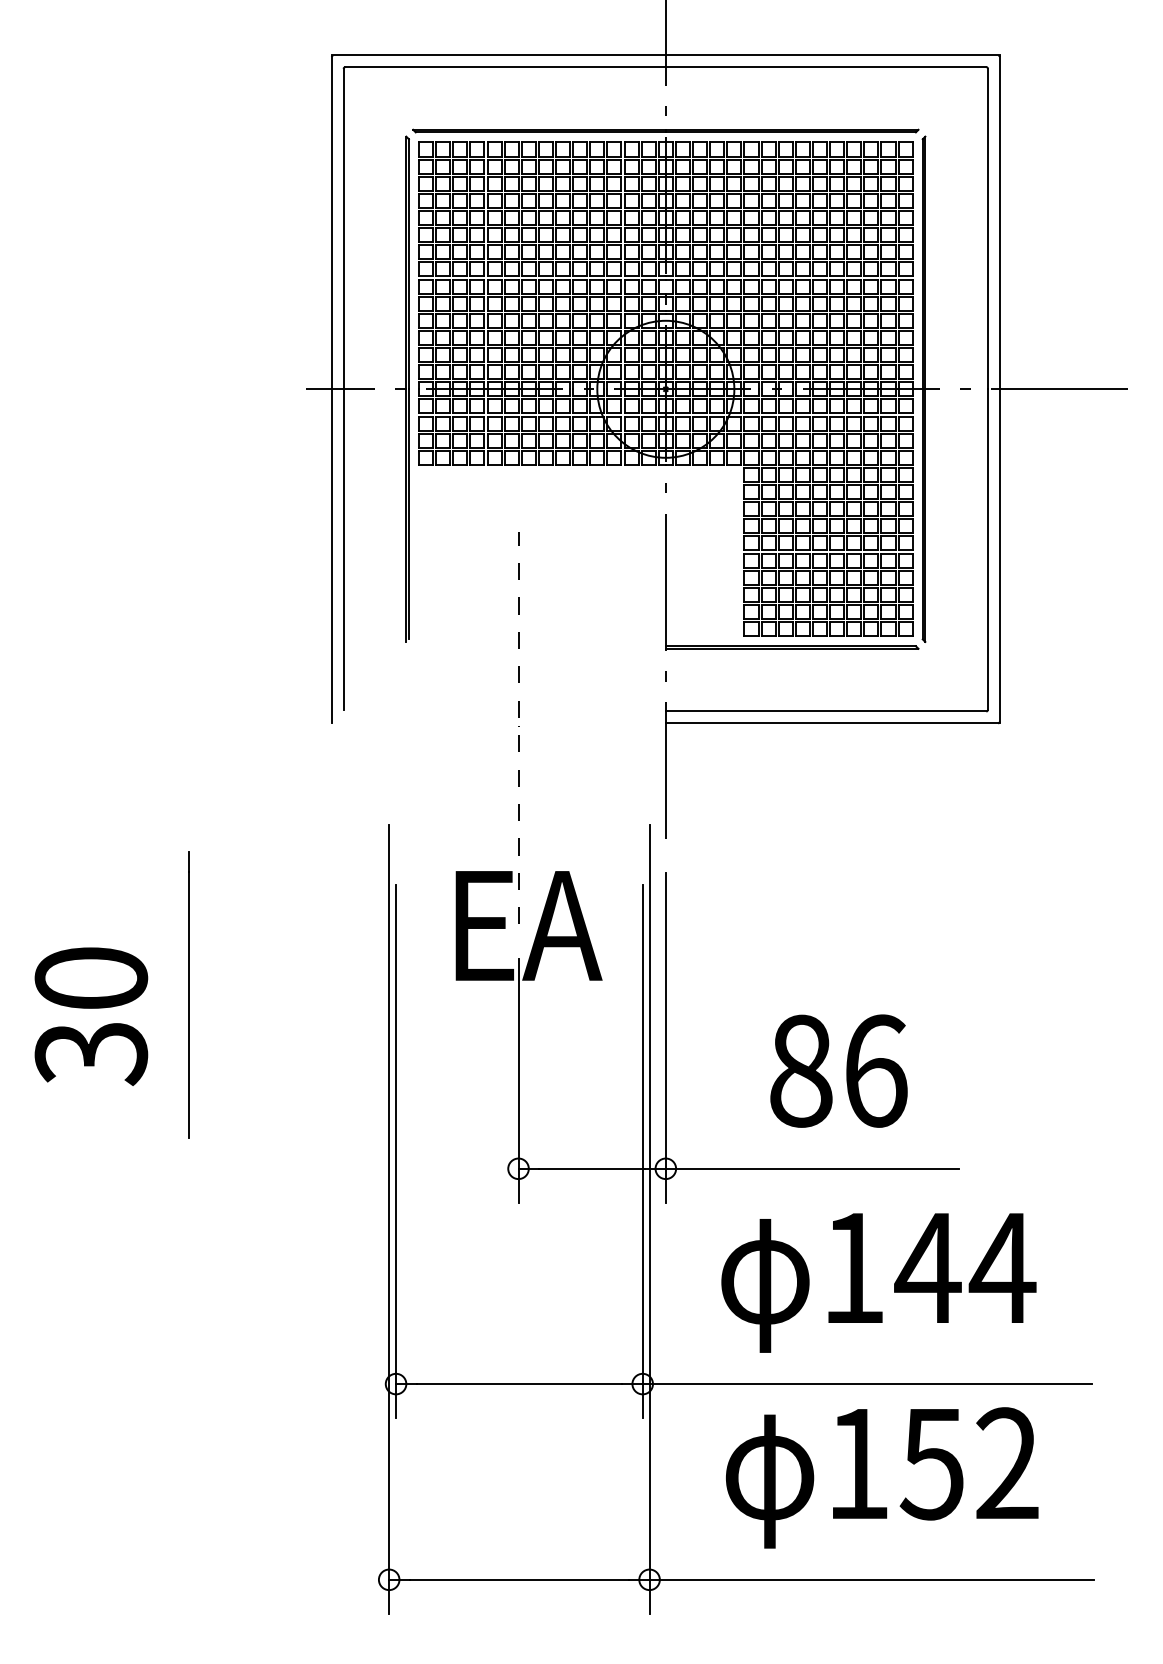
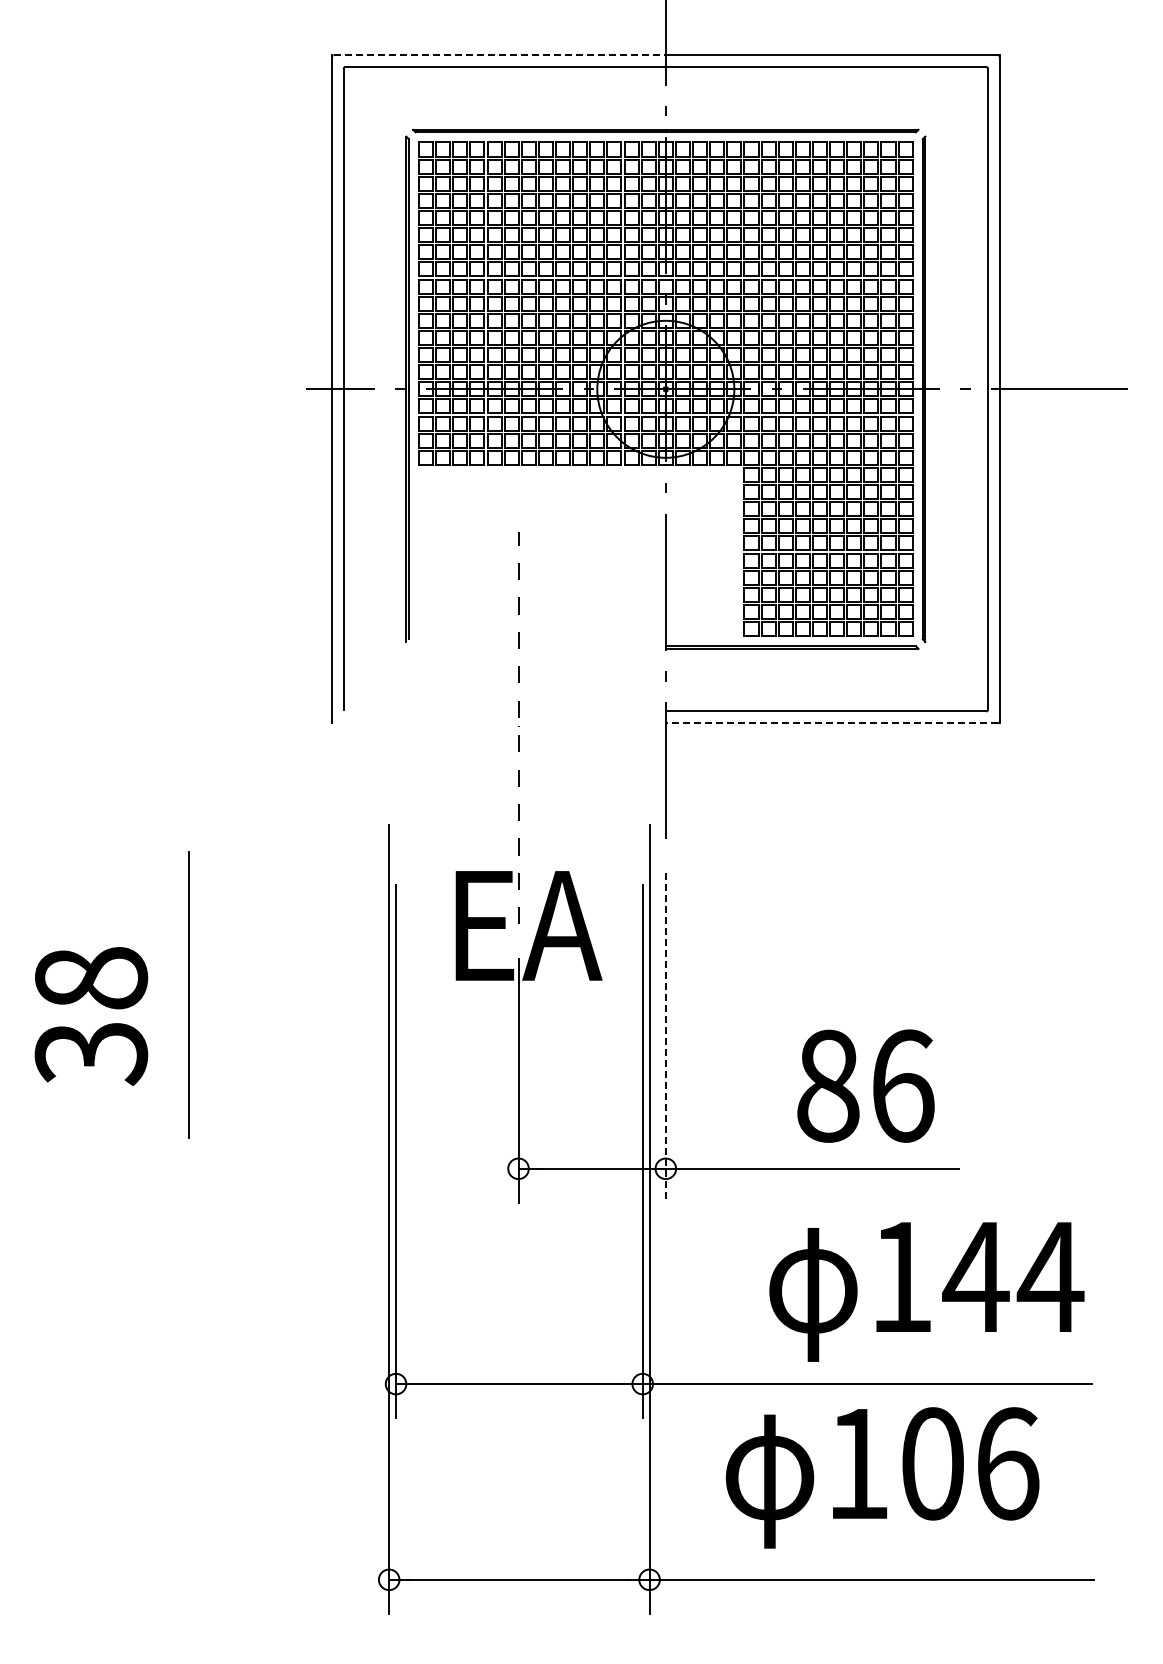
line at (500, 55): solid -> dashed
line at (831, 723): solid -> dashed
text at (90, 978): 30 -> 38
line at (665, 1038): solid -> dashed
text at (838, 1070) position: (838, 1070) -> (865, 1085)
text at (878, 1282) position: (878, 1282) -> (926, 1291)
text at (969, 1463): 152 -> 106
